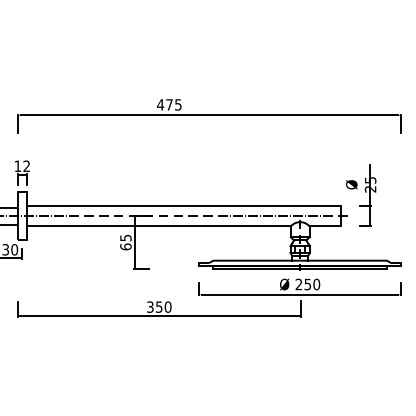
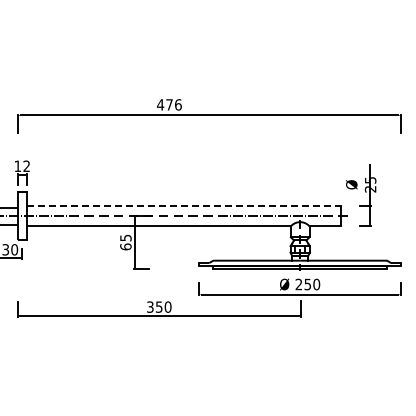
text at (178, 104): 475 -> 476
line at (183, 206): solid -> dashed
